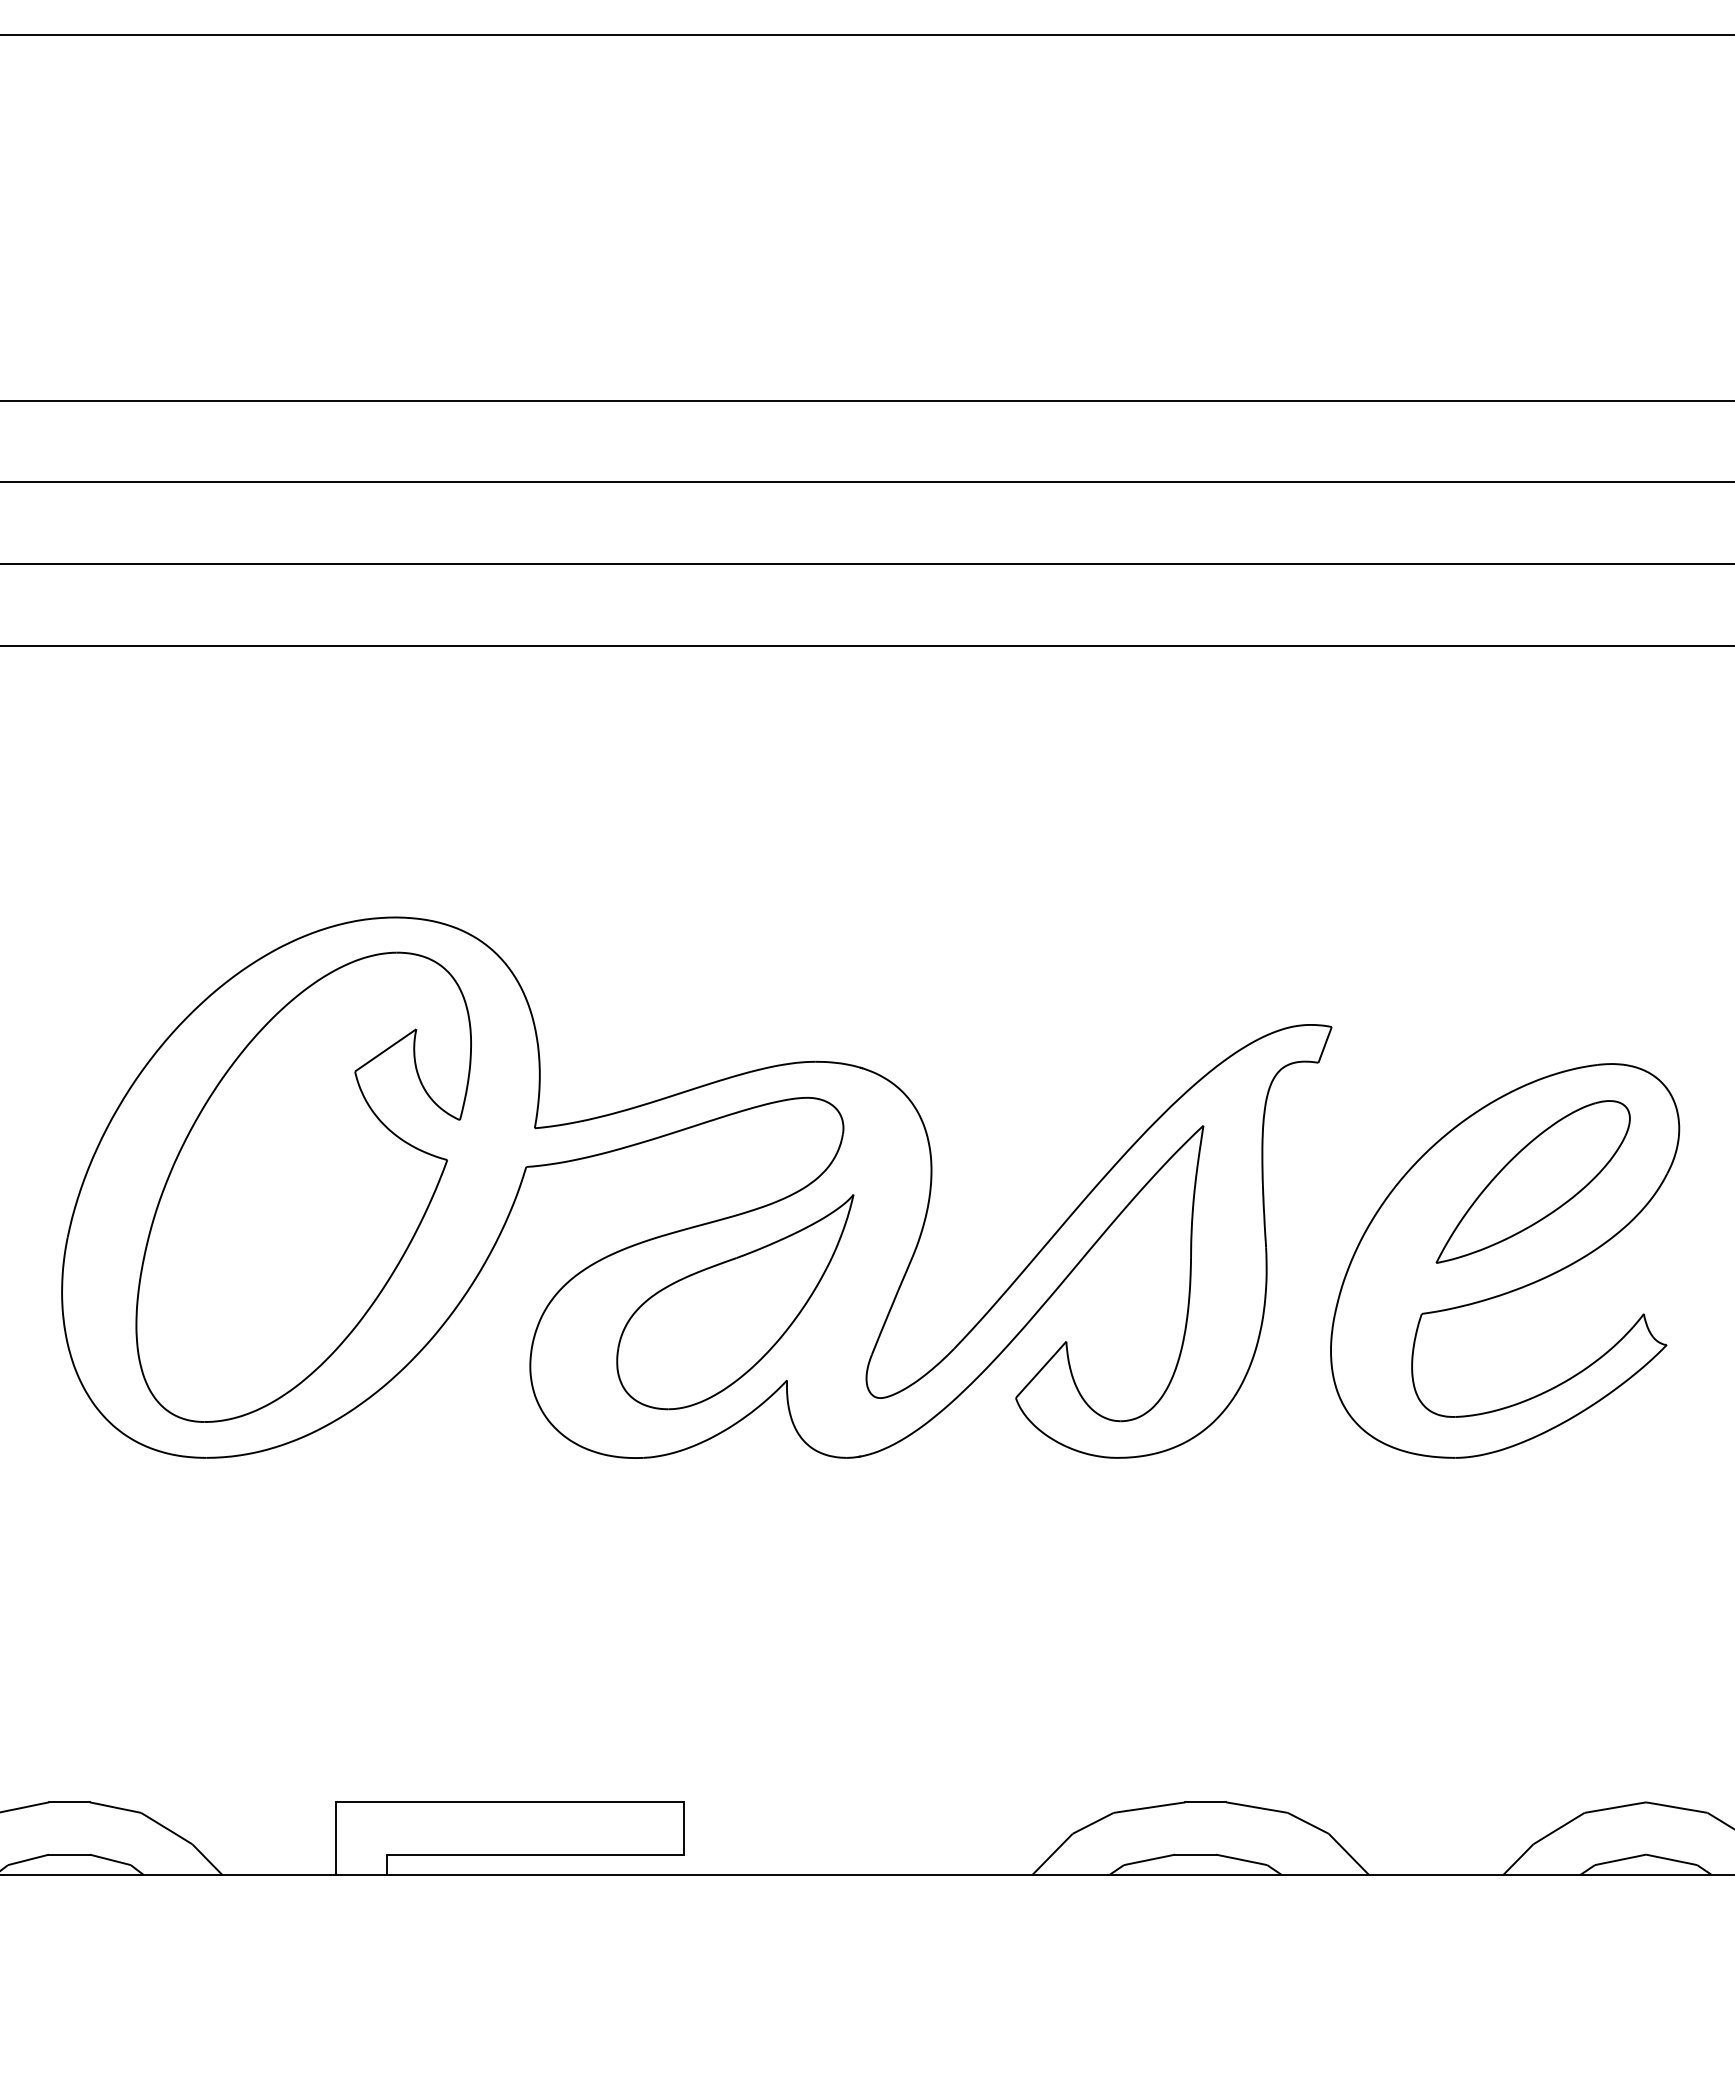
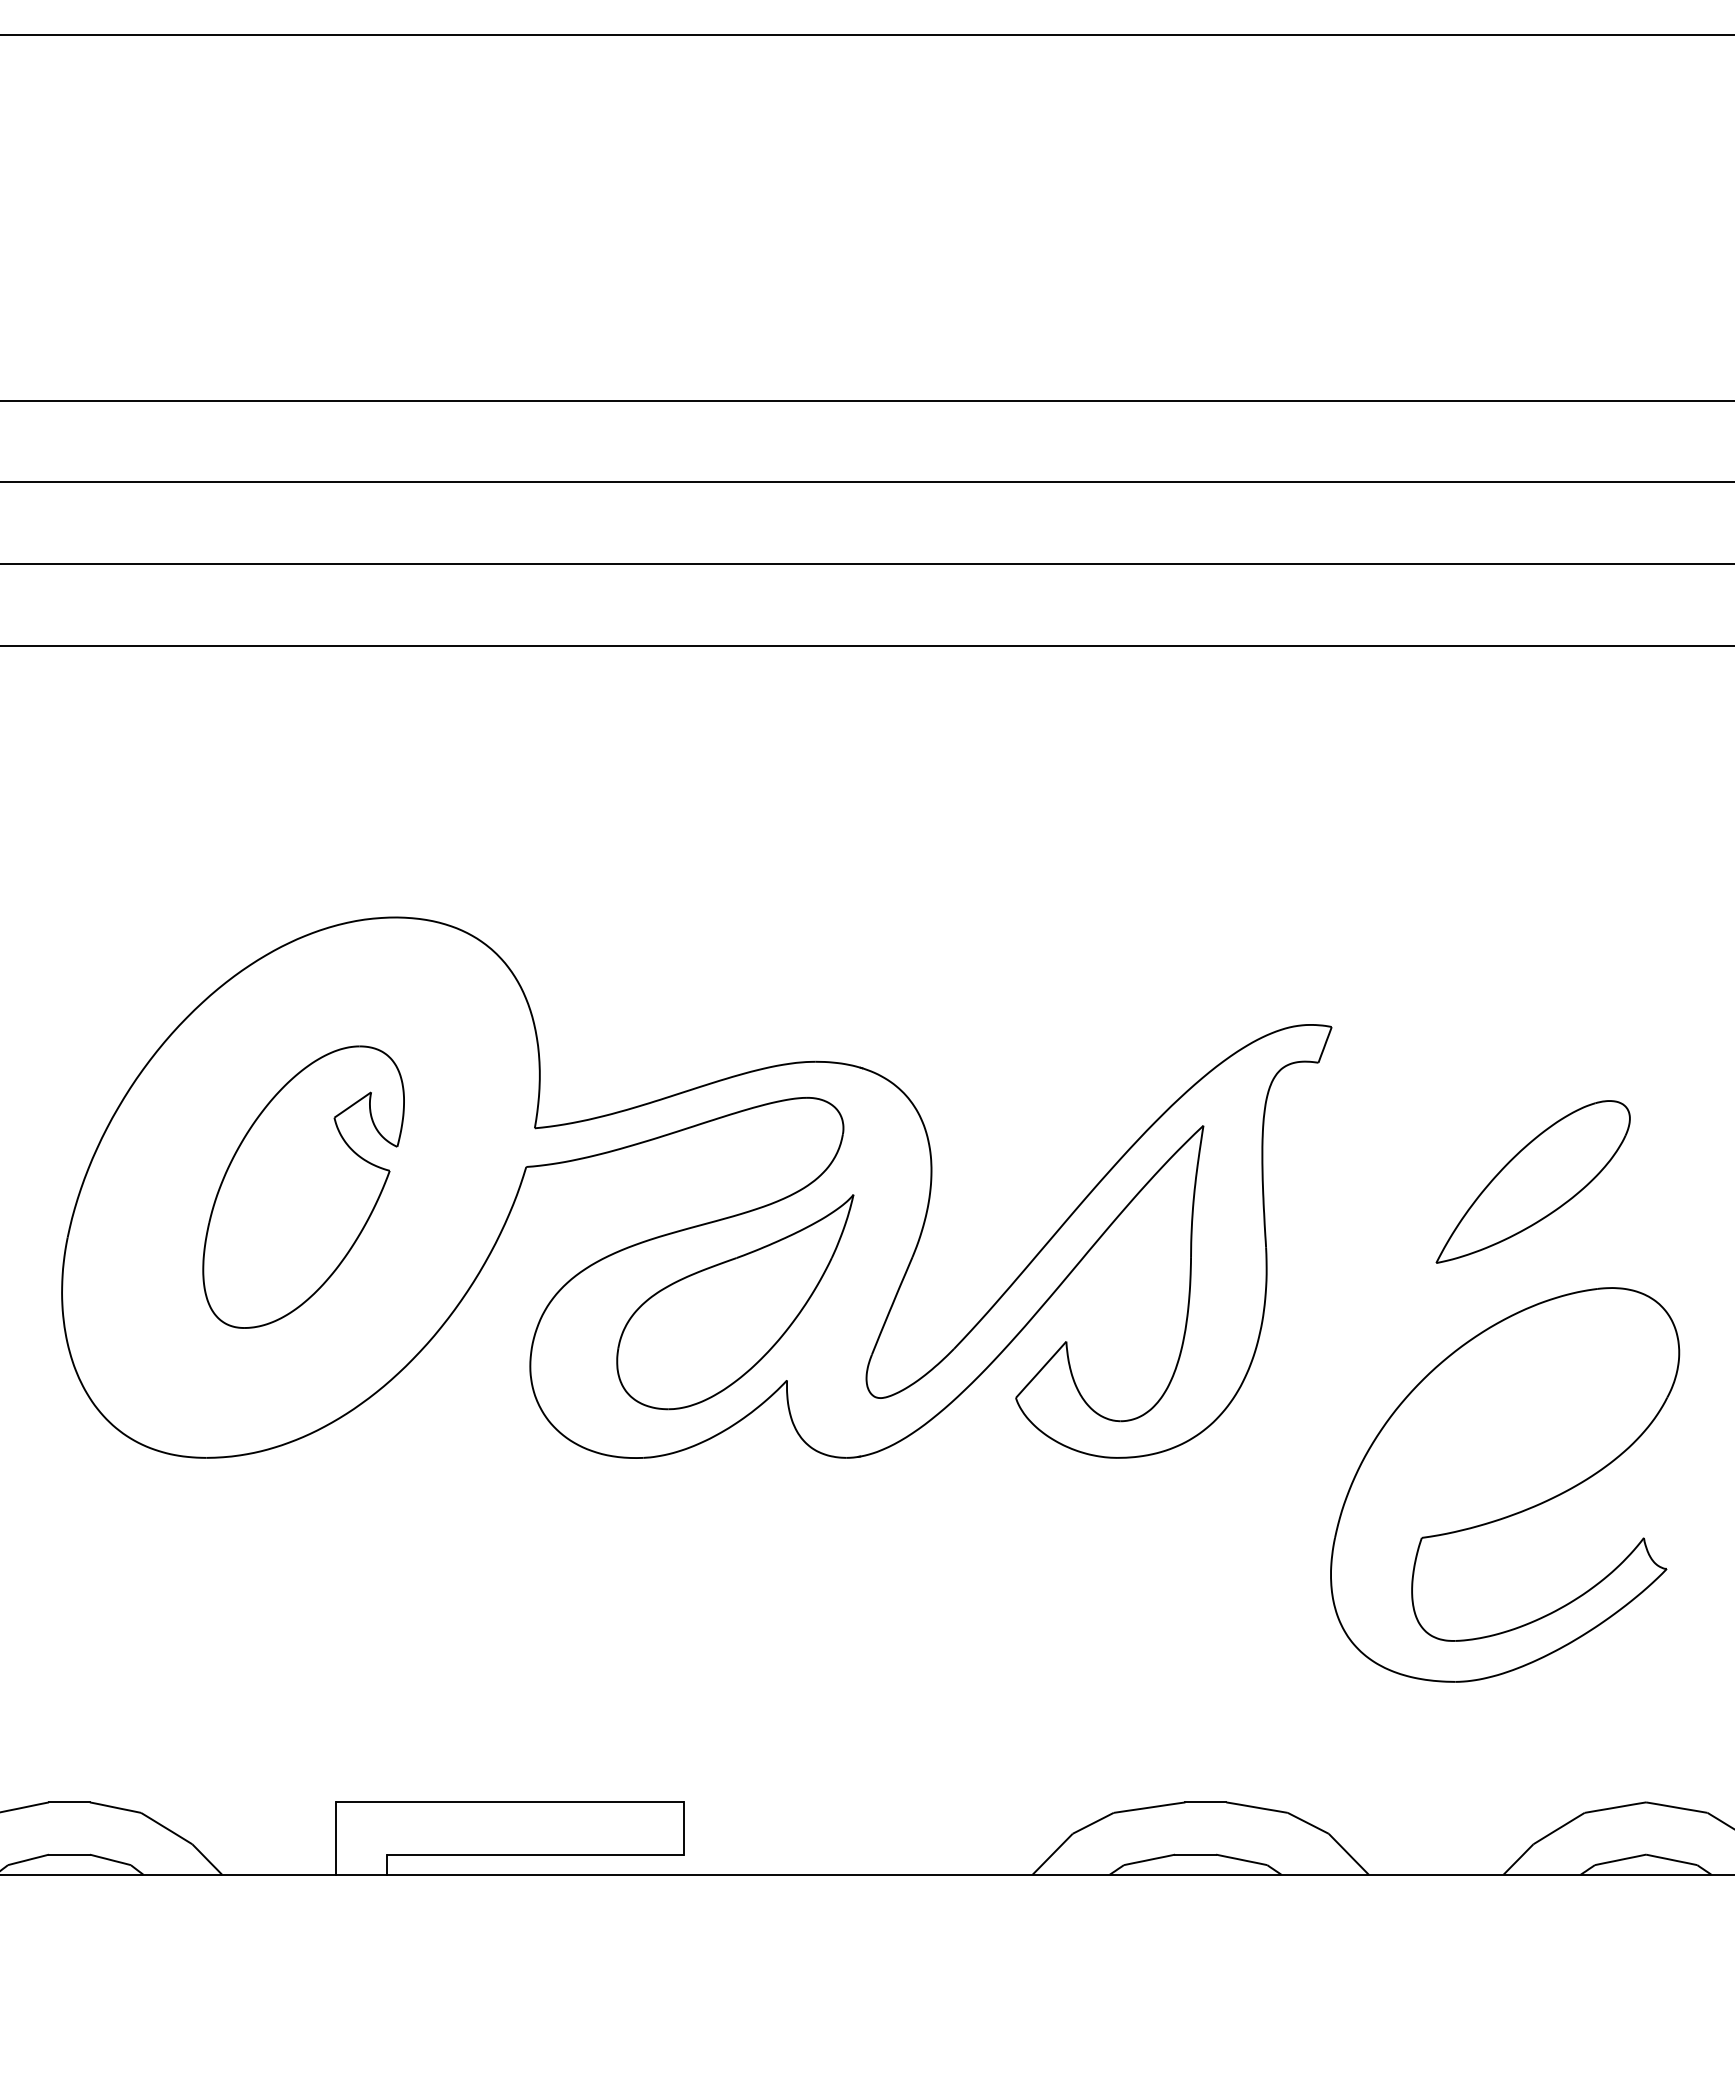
part at (303, 1186) size: 337x472 px -> 203x284 px
part at (1505, 1260) position: (1505, 1260) -> (1505, 1484)
